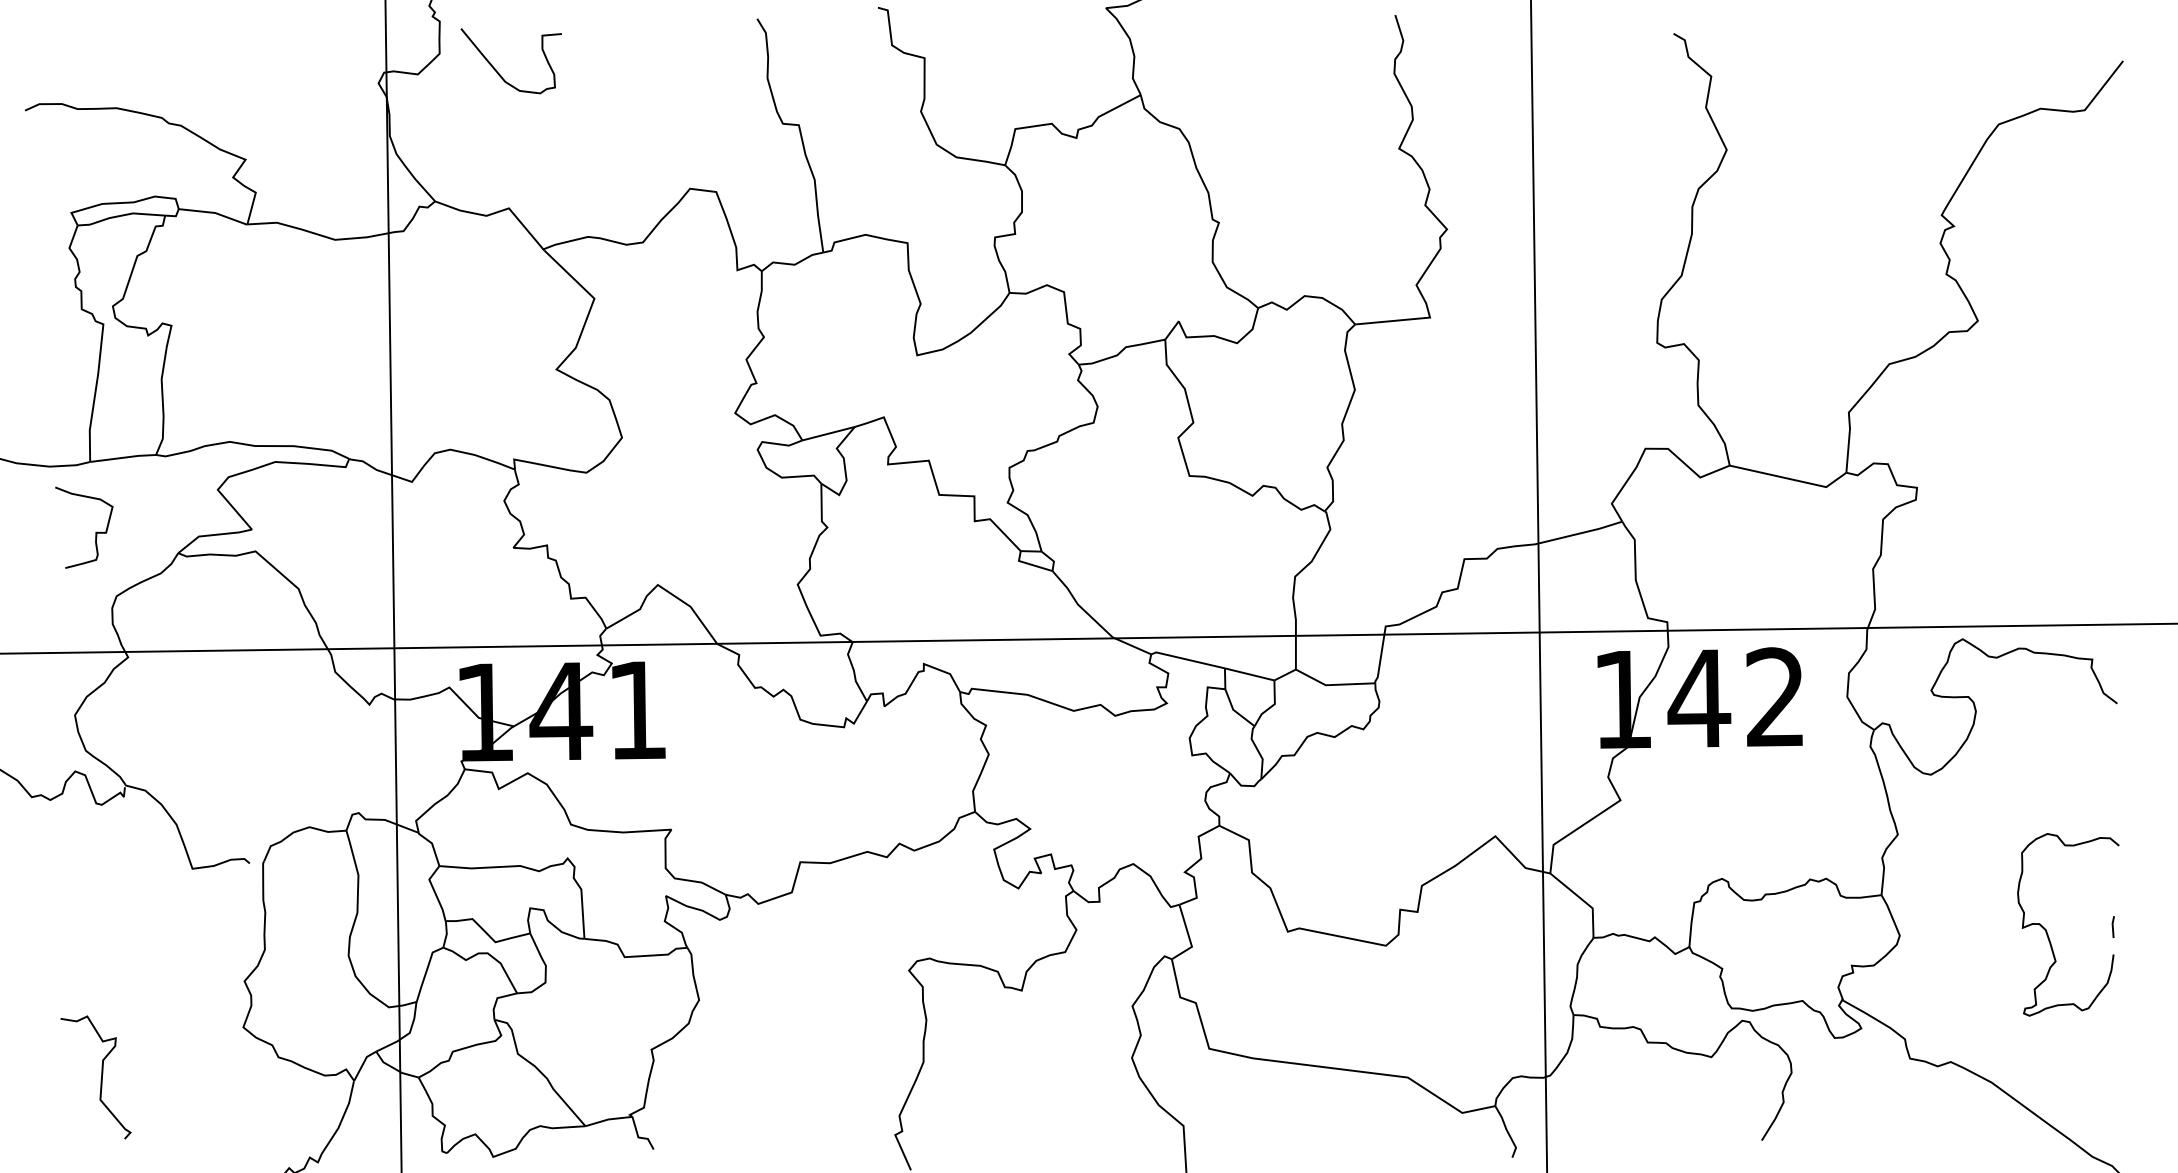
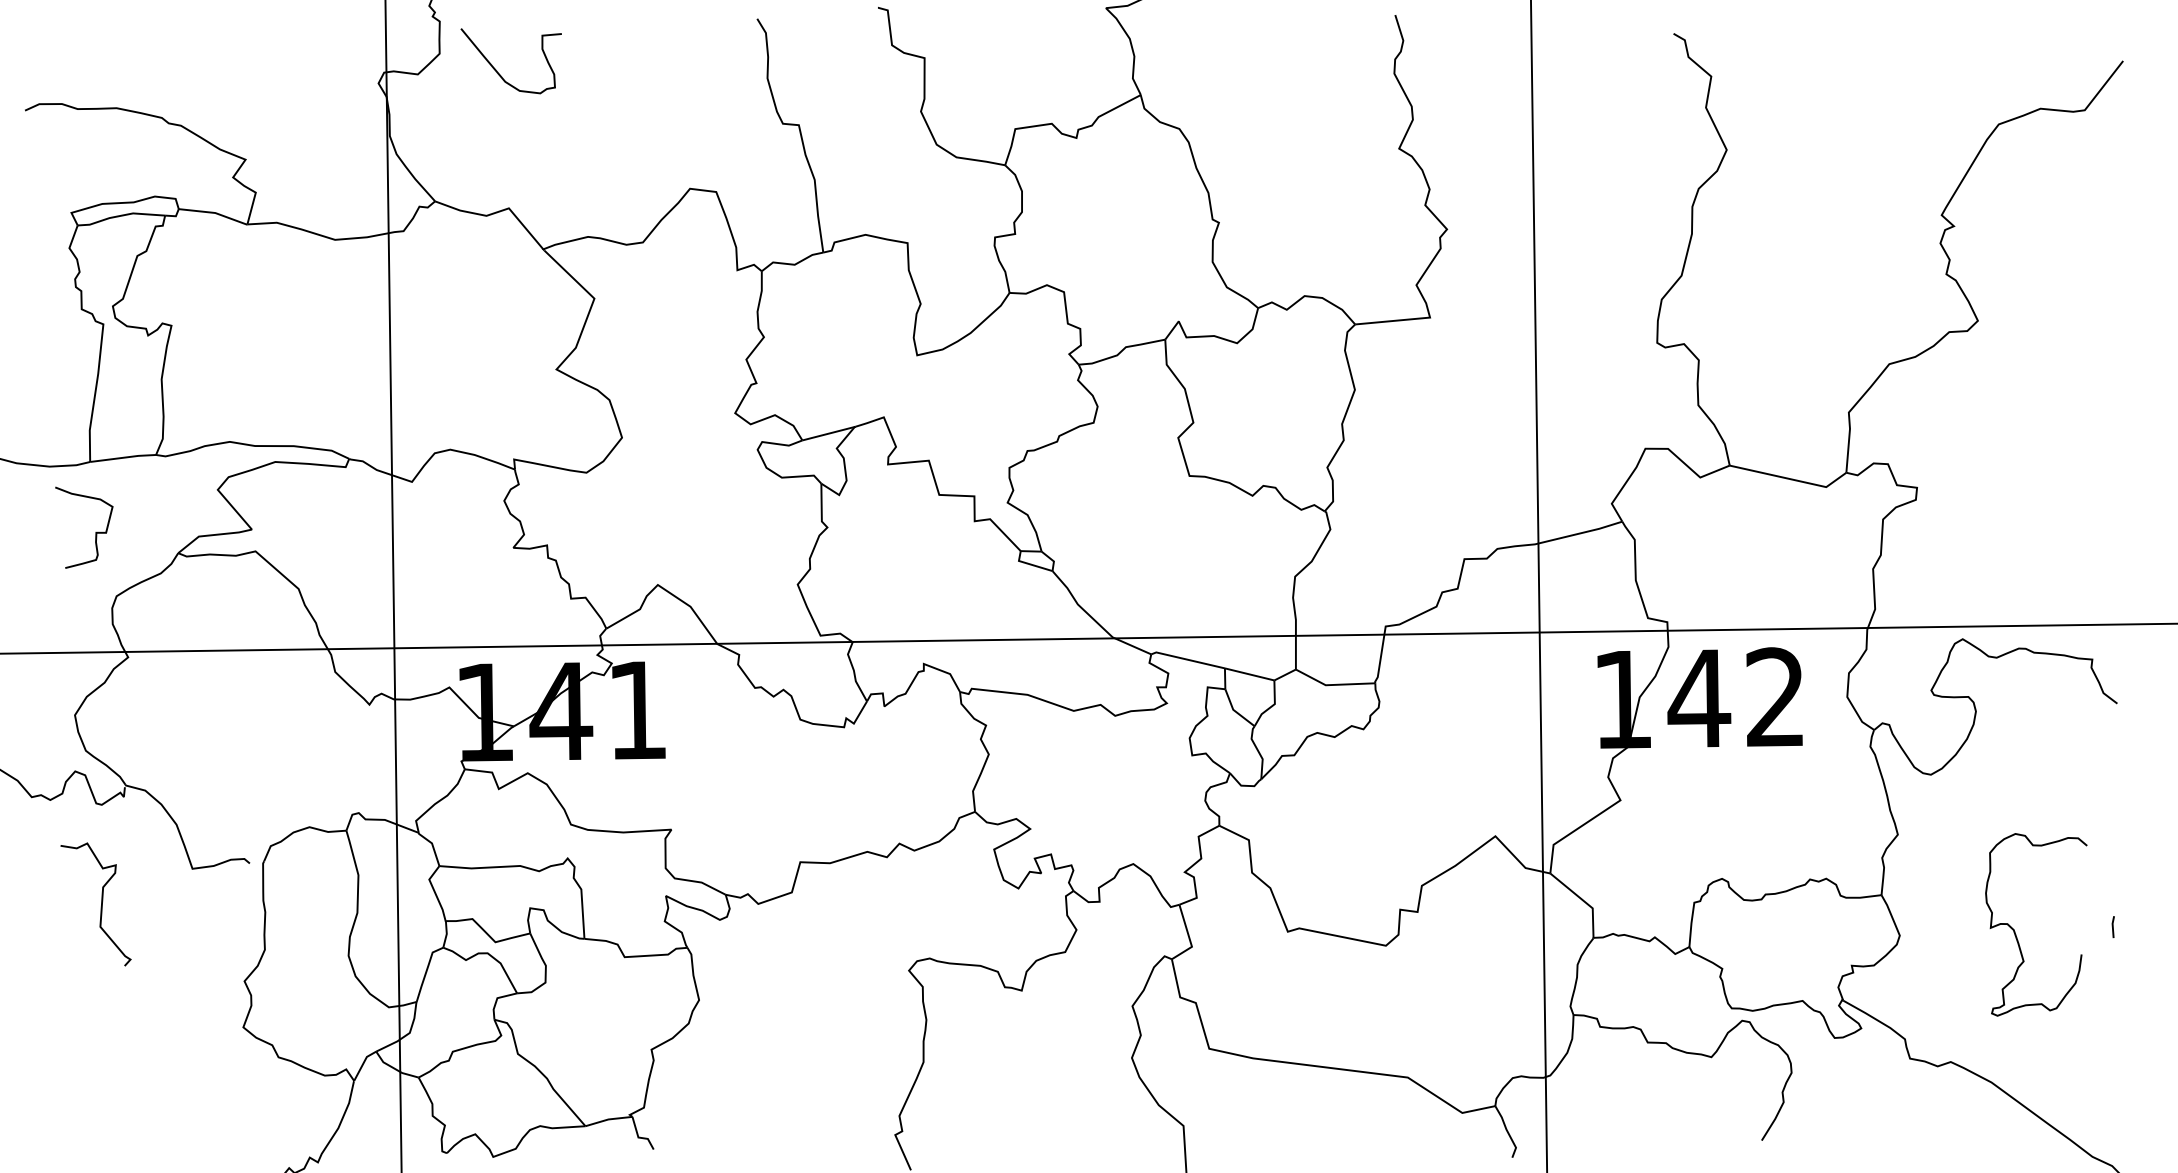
curve at (2047, 931) position: (2047, 931) -> (2015, 931)
curve at (100, 1079) position: (100, 1079) -> (100, 906)
